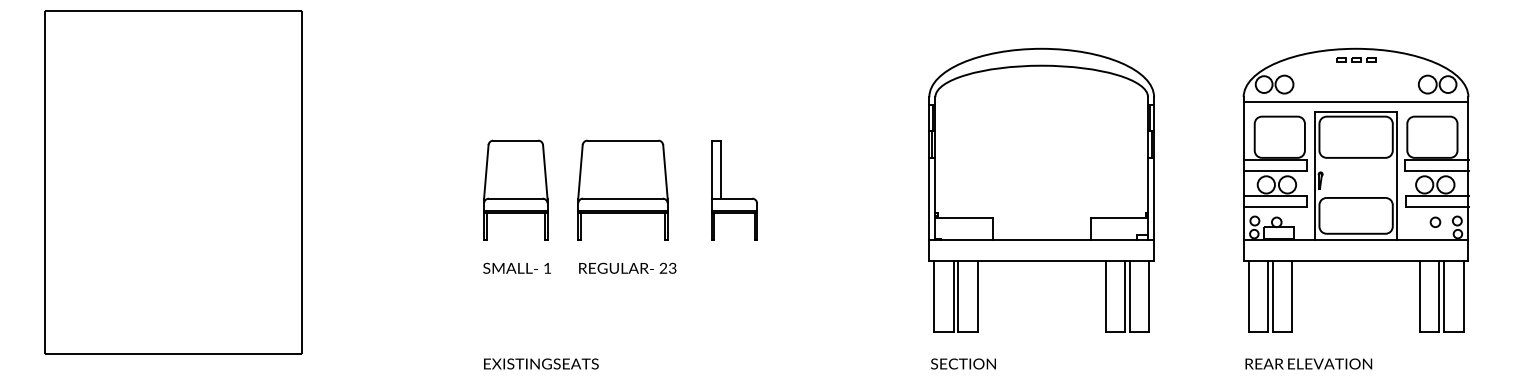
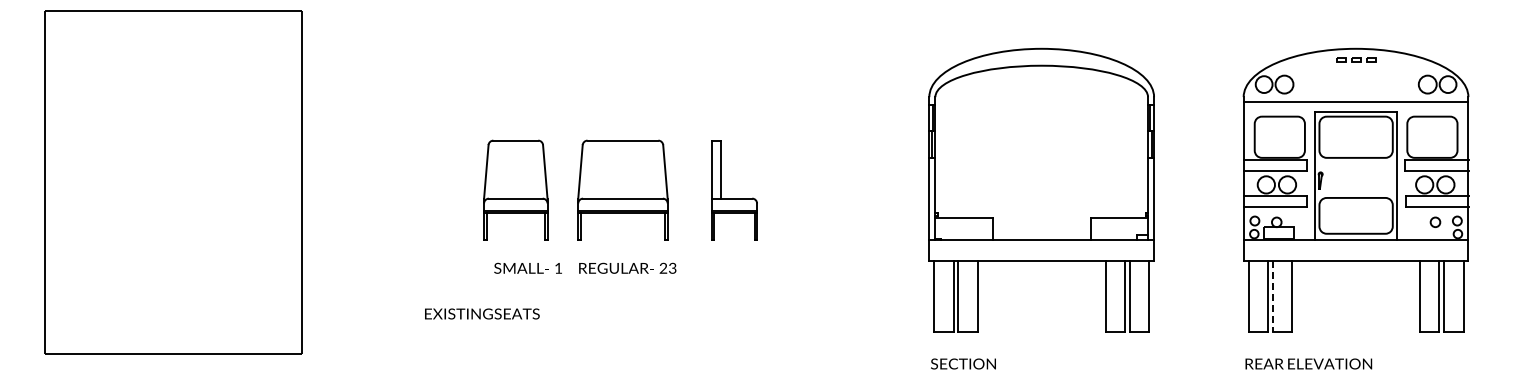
text at (516, 267) position: (516, 267) -> (527, 267)
line at (1272, 297): solid -> dashed
text at (541, 363) position: (541, 363) -> (482, 313)
